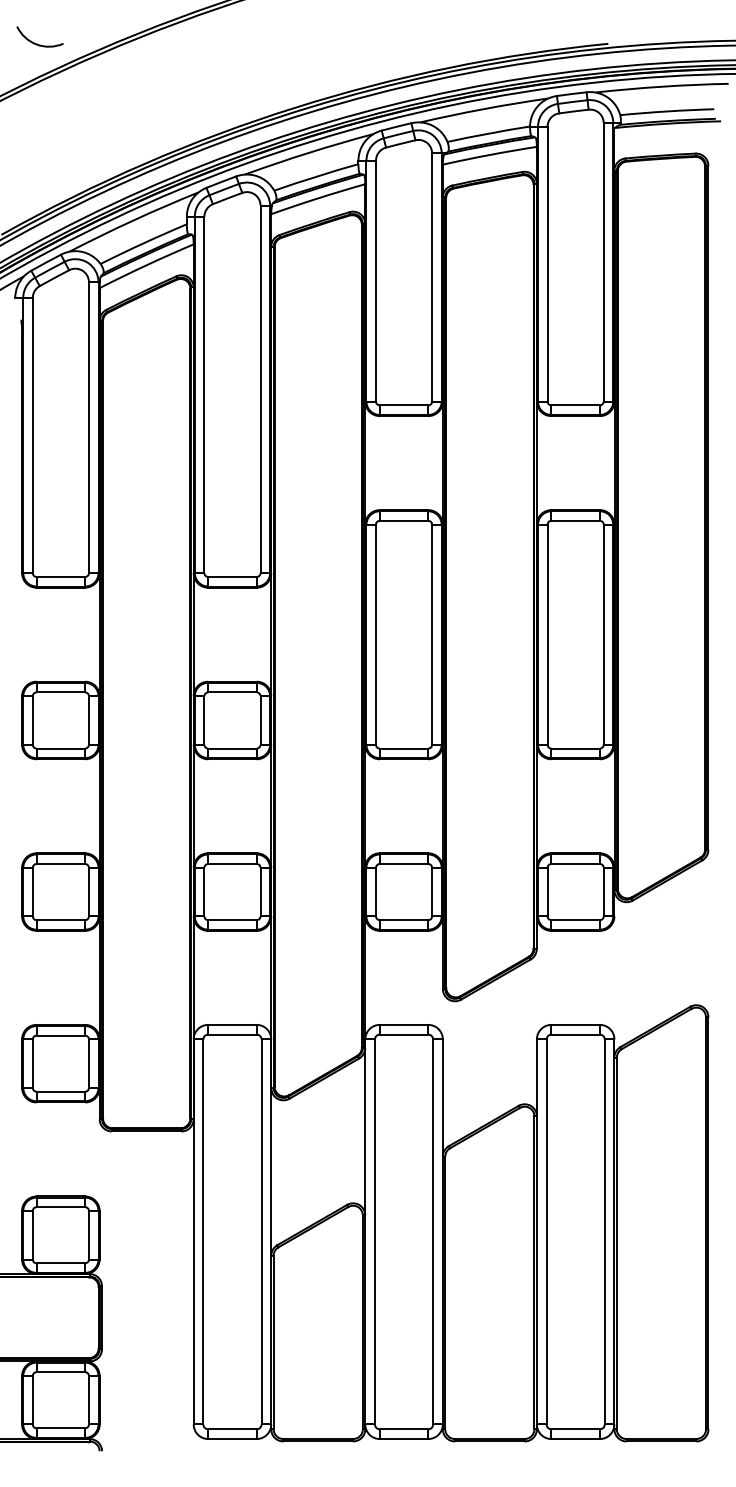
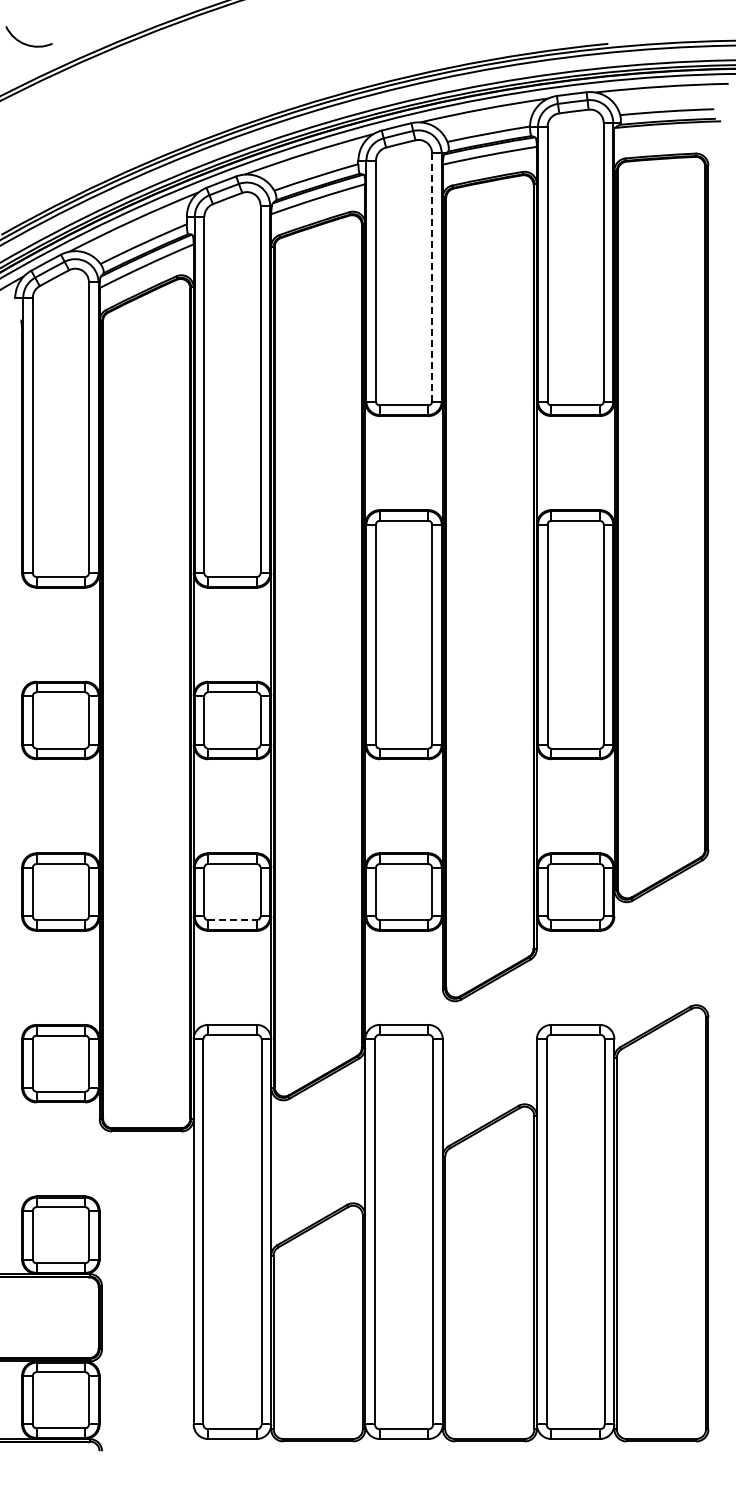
arc at (37, 43) position: (37, 43) -> (26, 43)
line at (432, 277): solid -> dashed
line at (232, 920): solid -> dashed
